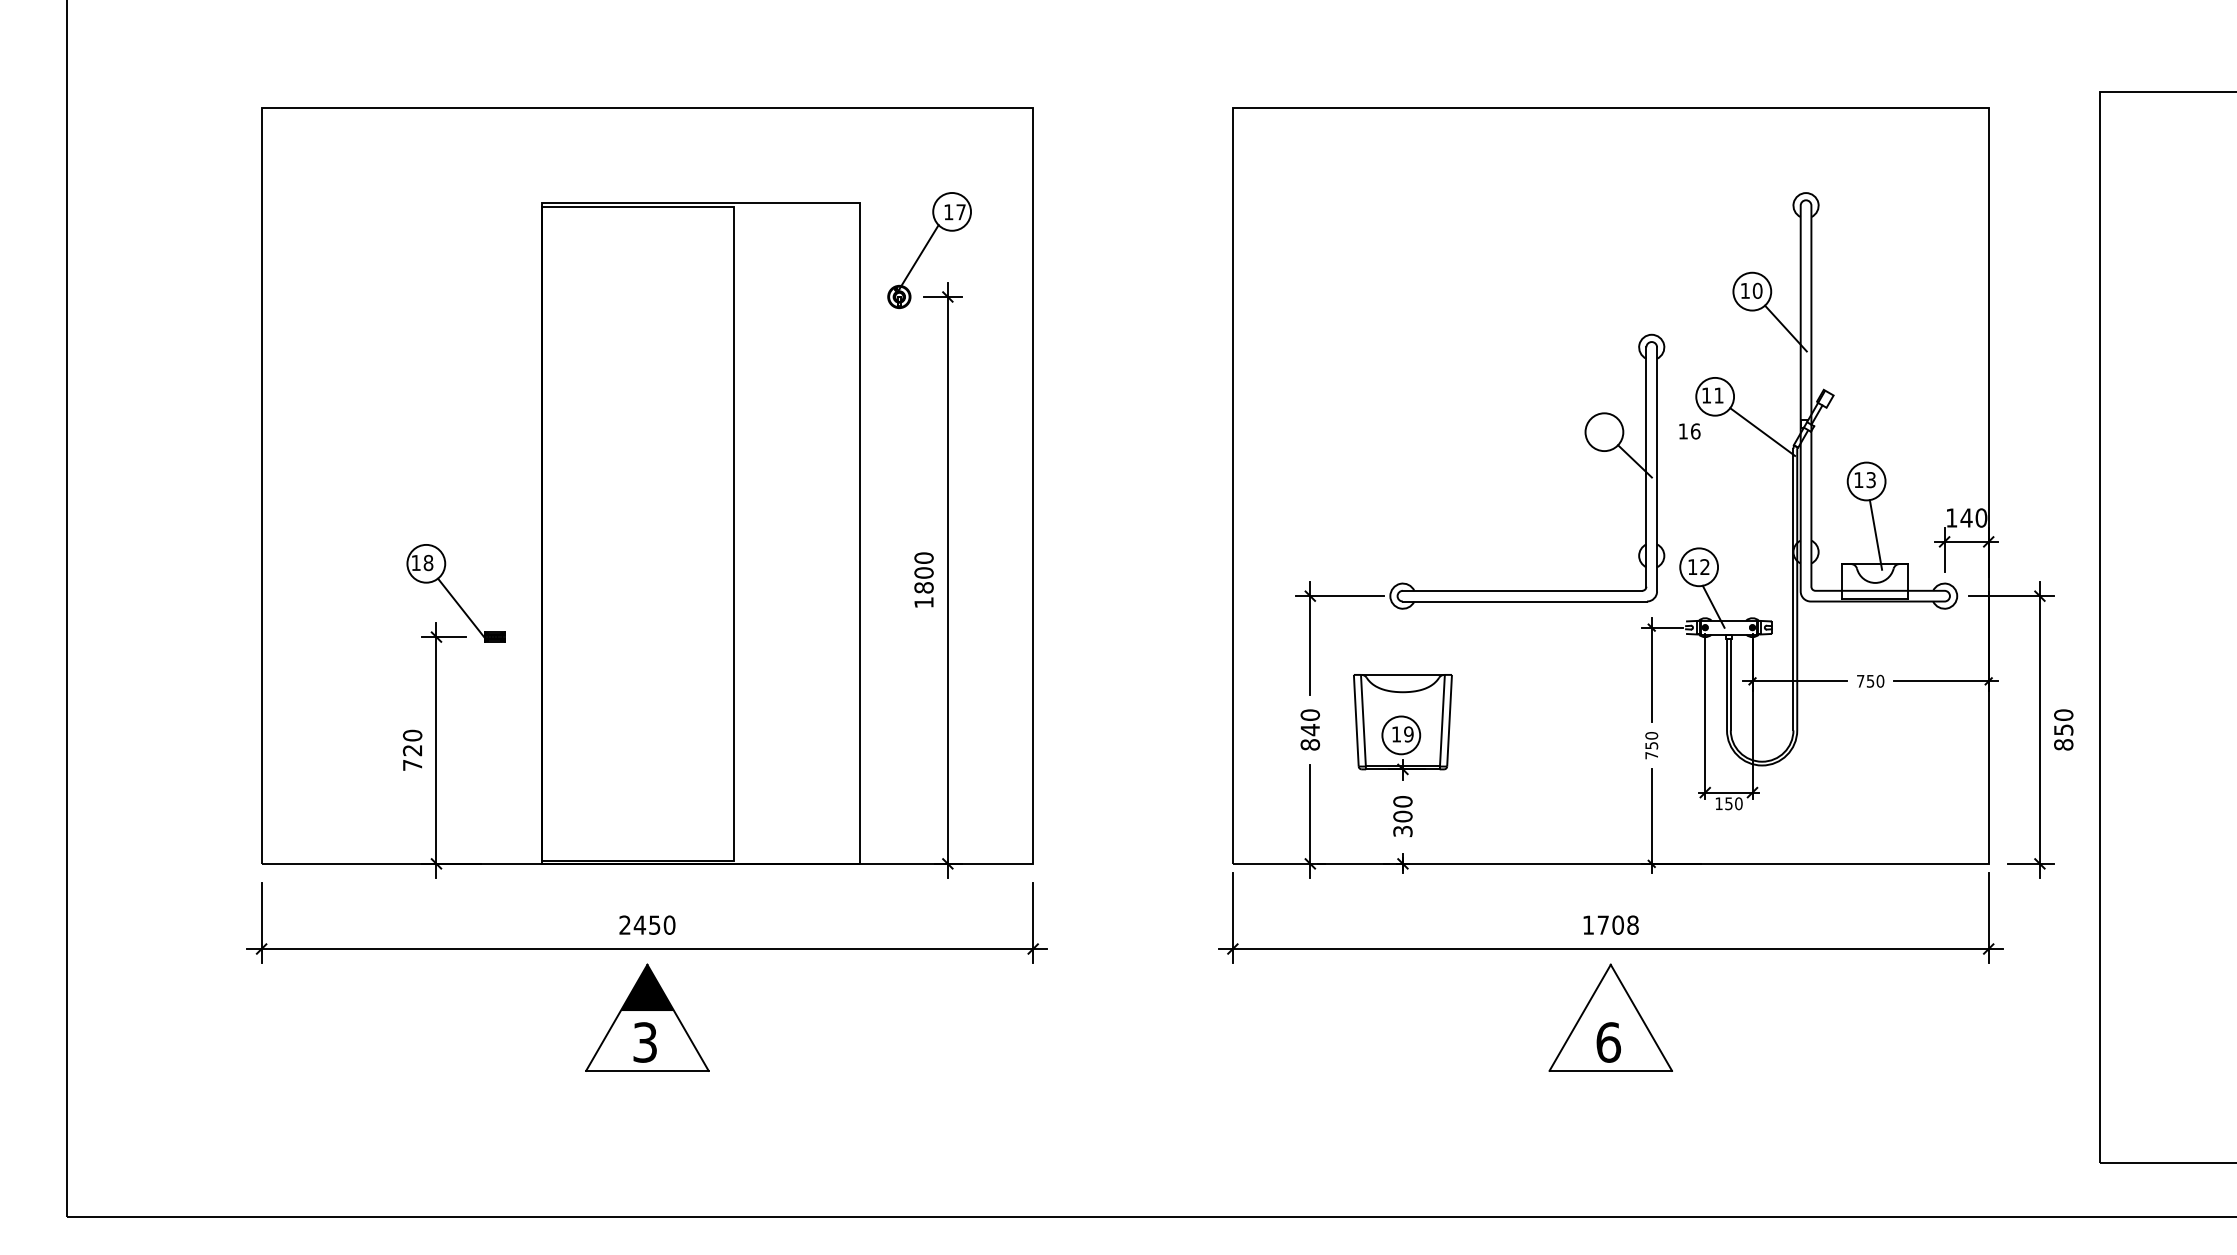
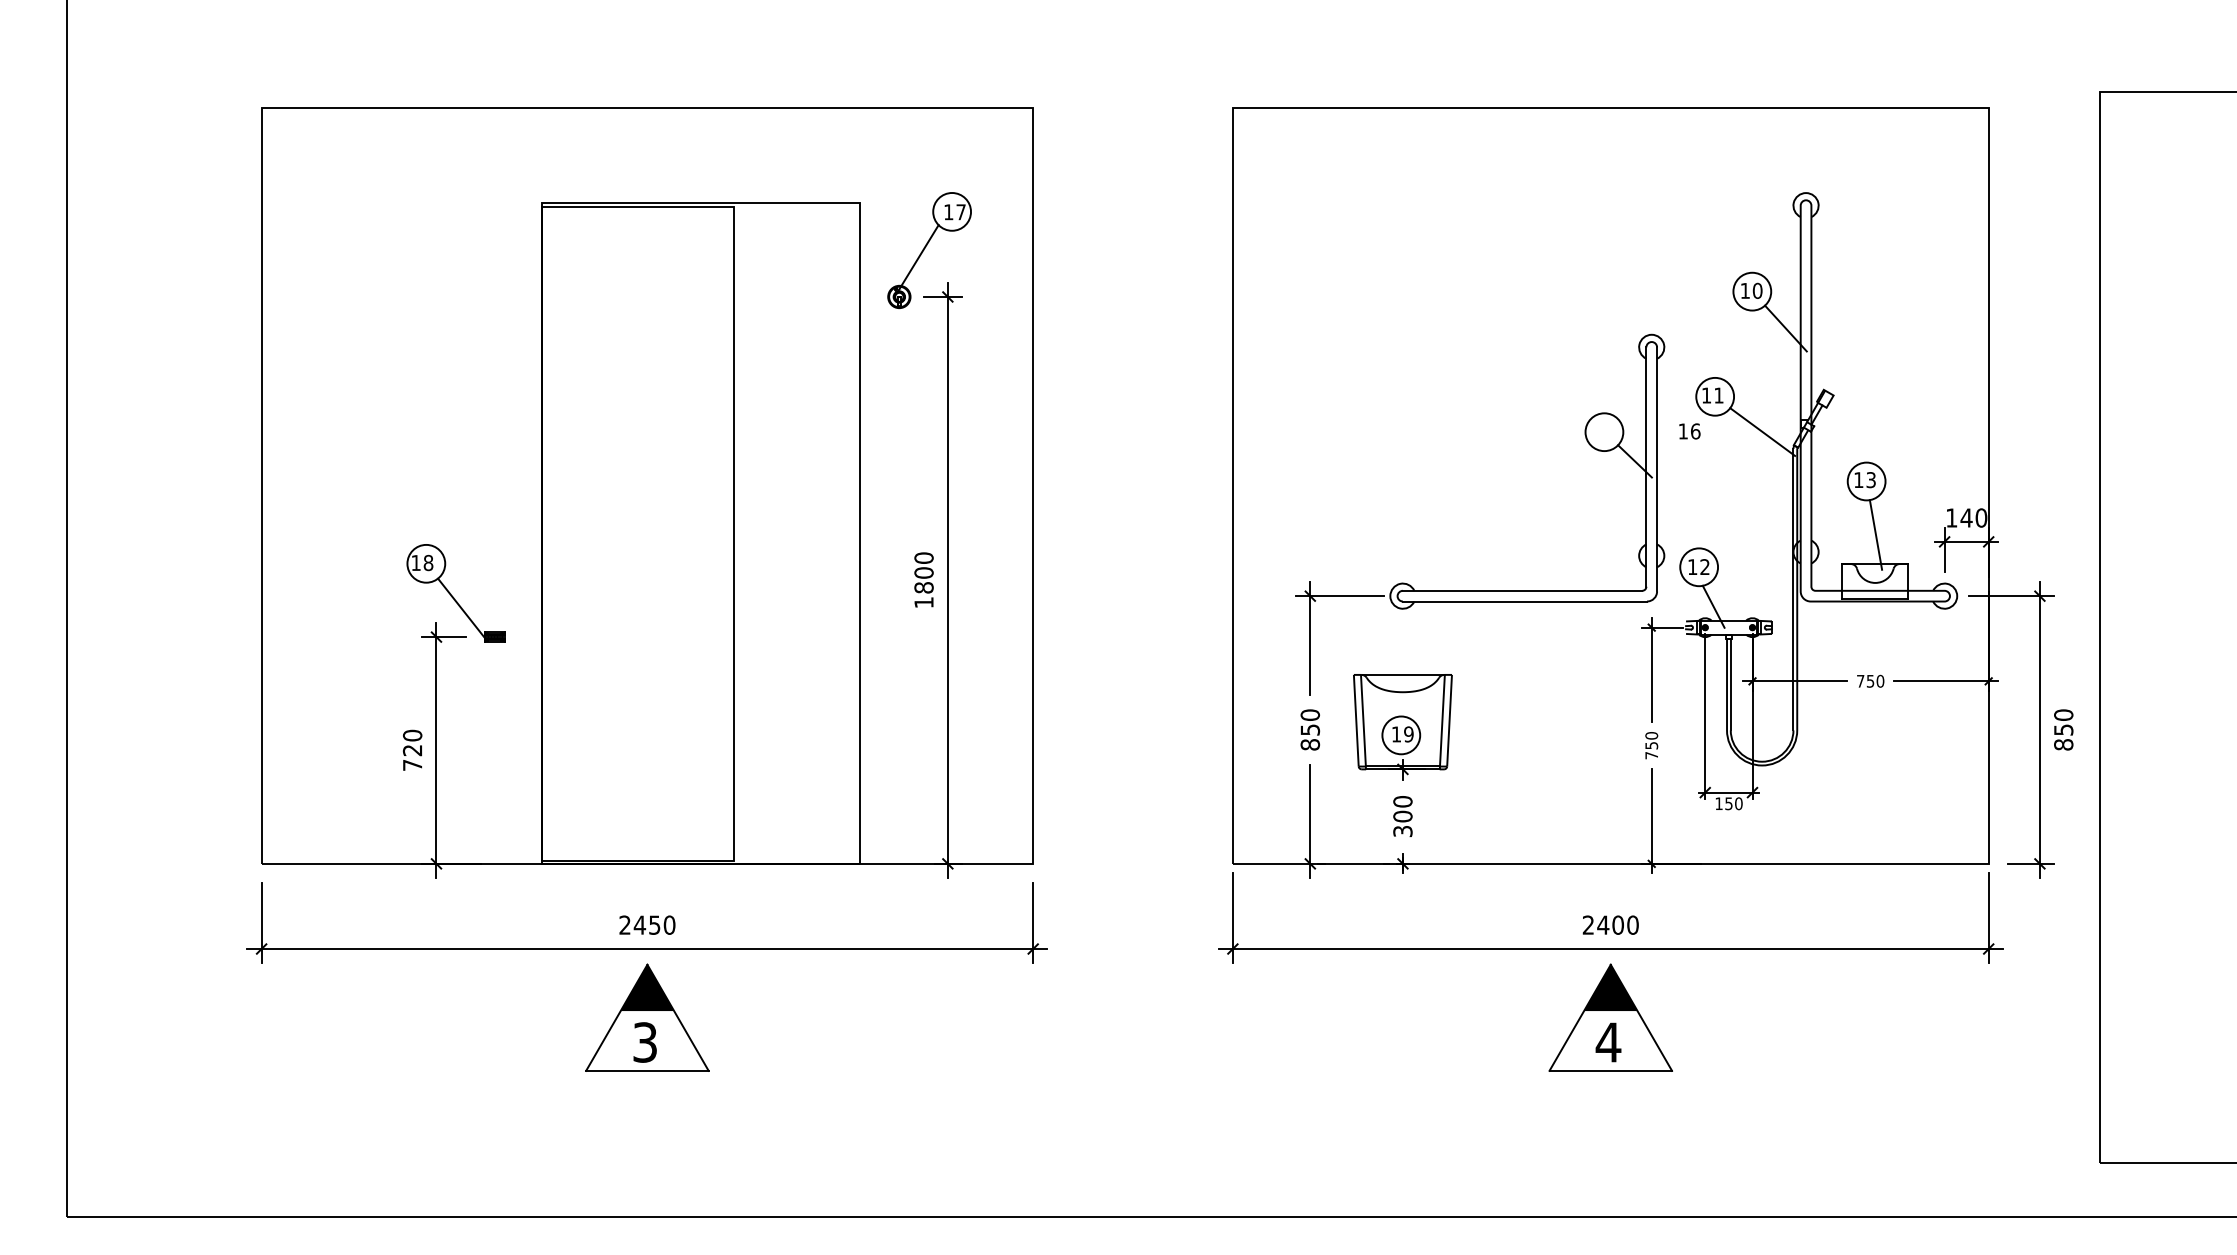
text at (1310, 730): 840 -> 850
text at (1610, 924): 1708 -> 2400
fill at (1610, 987): none -> present
text at (1608, 1042): 6 -> 4
